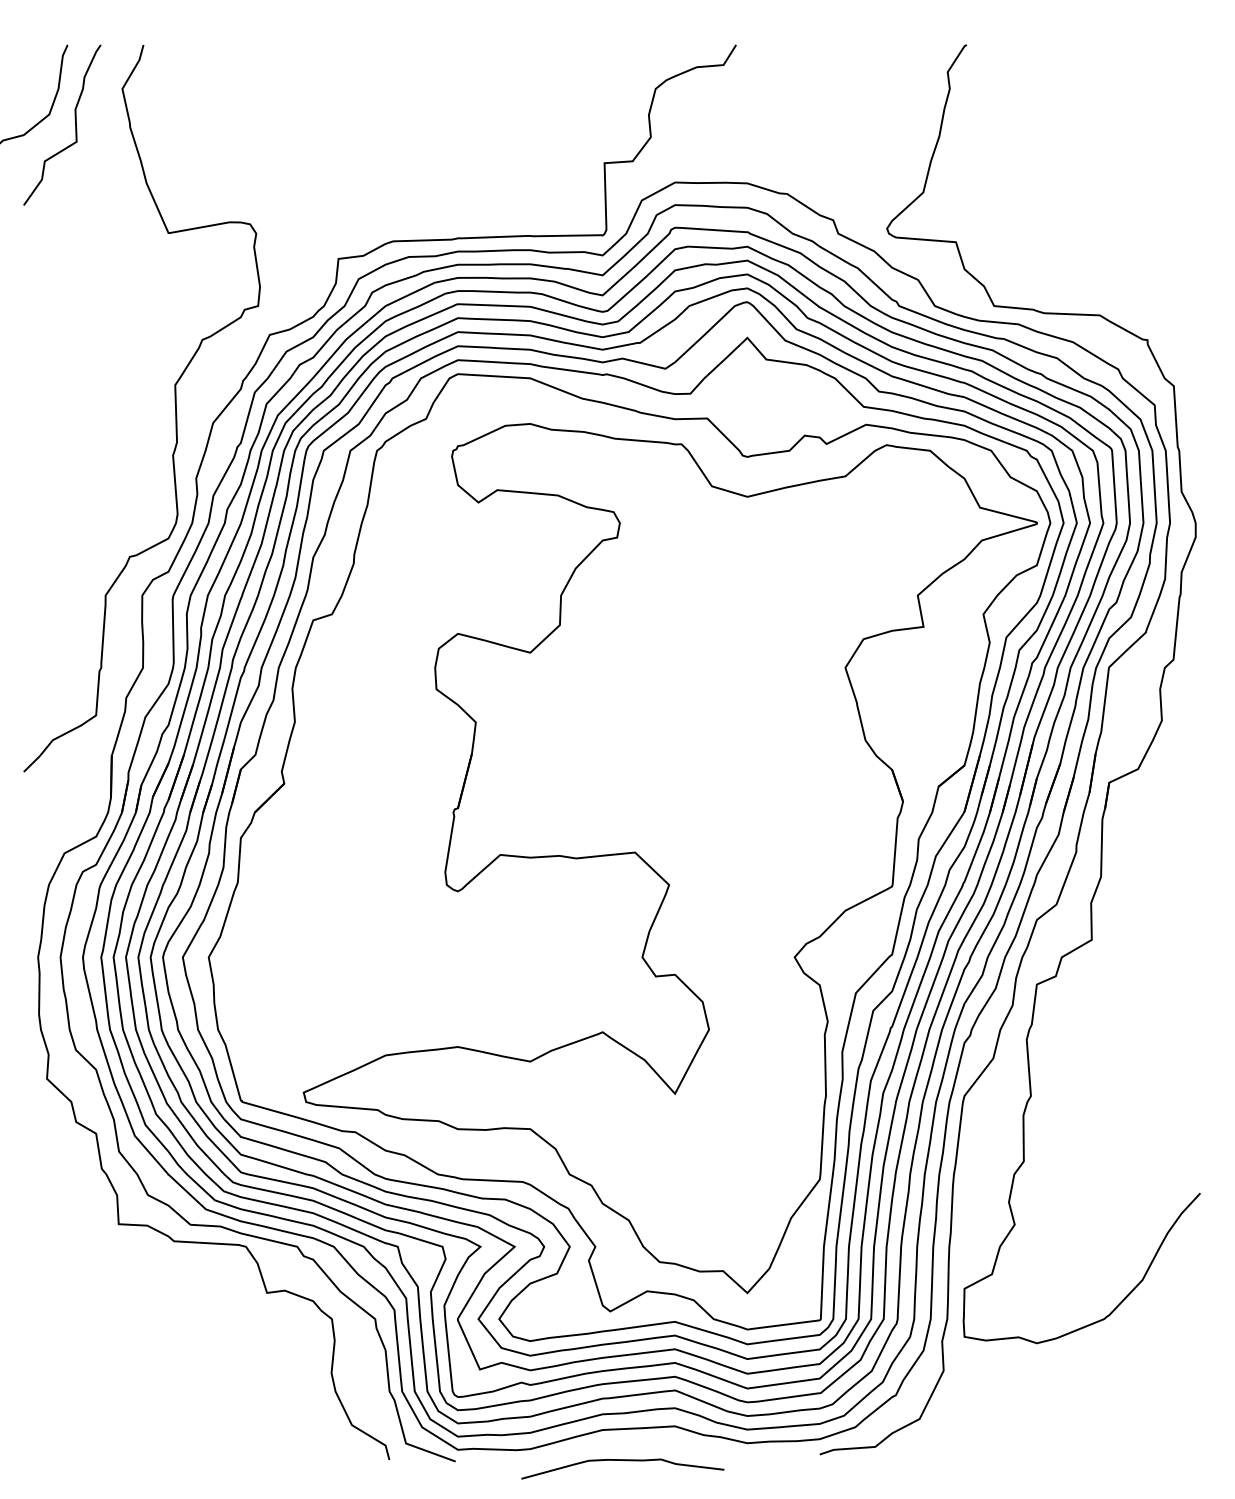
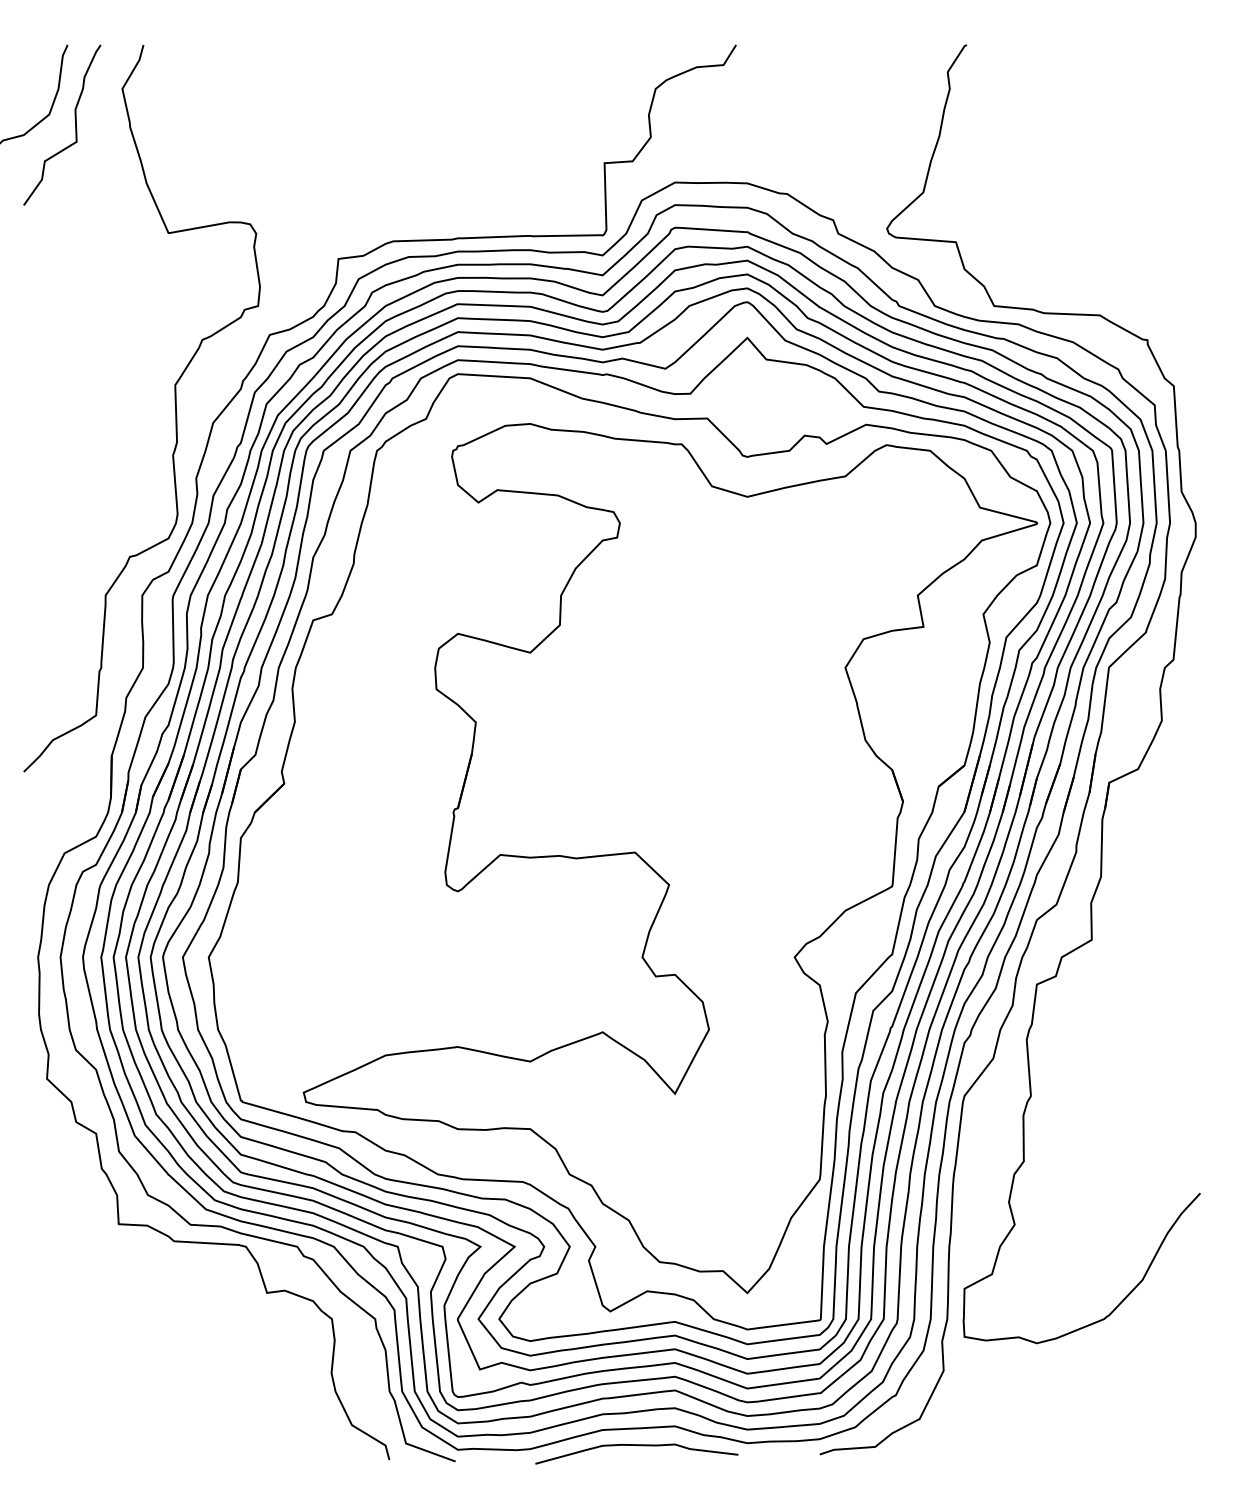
curve at (624, 1461) position: (624, 1461) -> (638, 1446)
